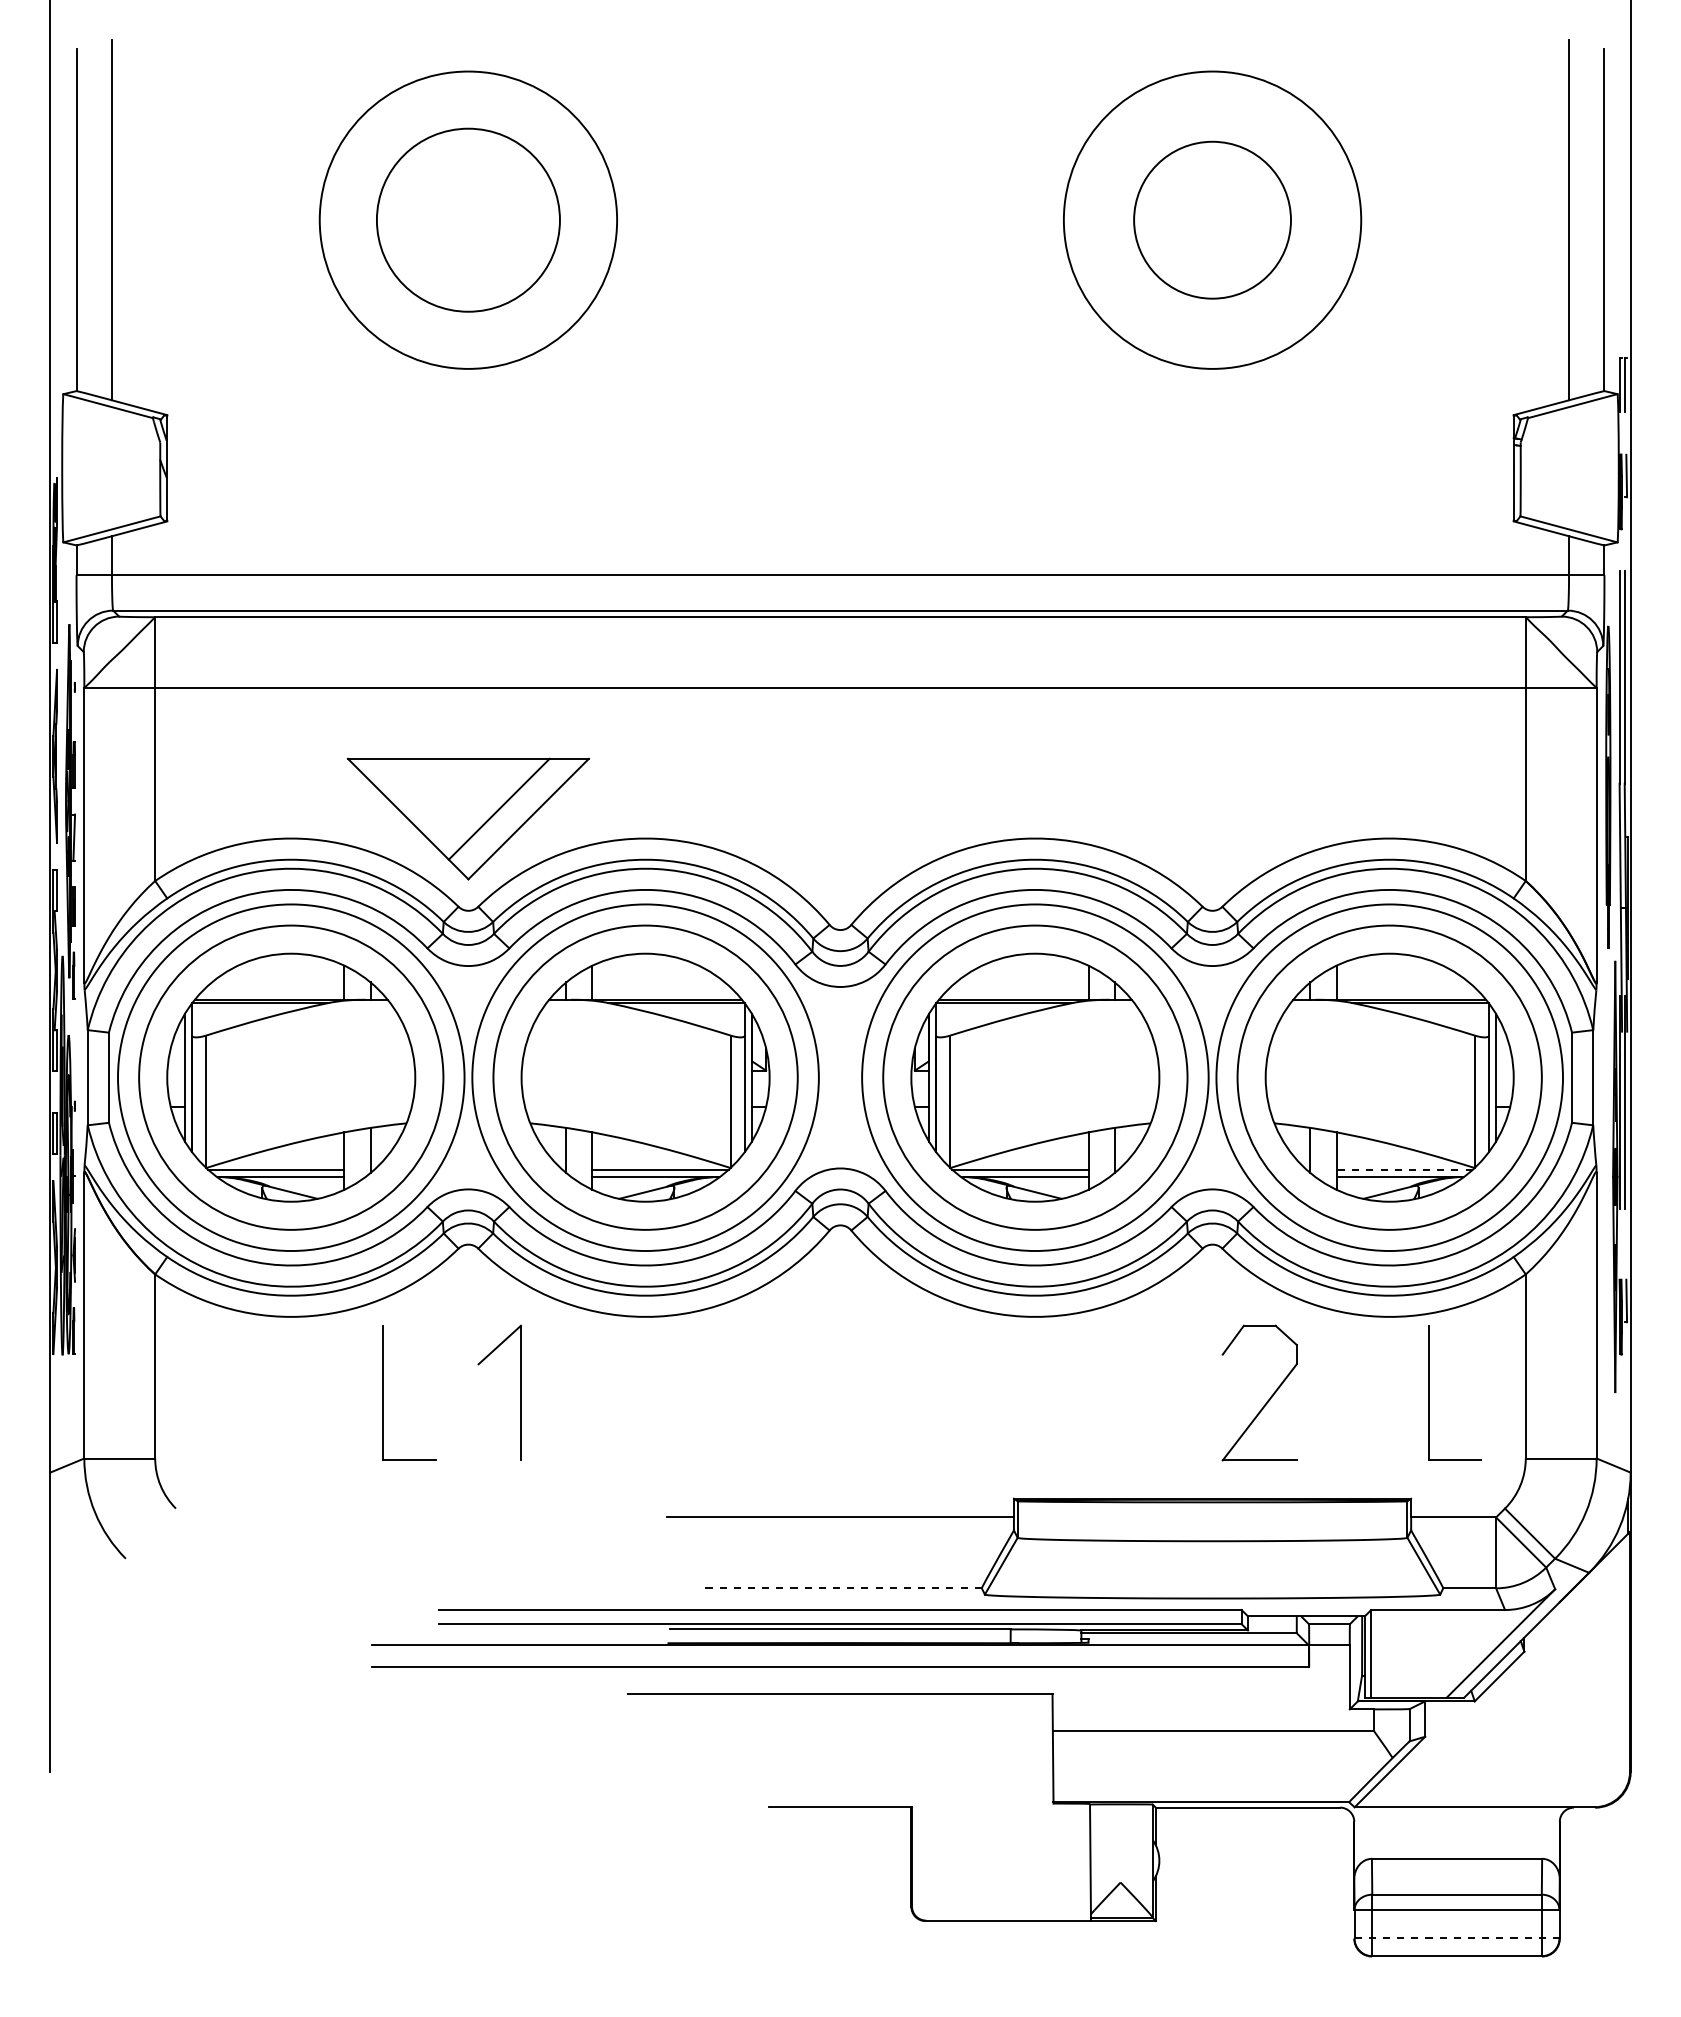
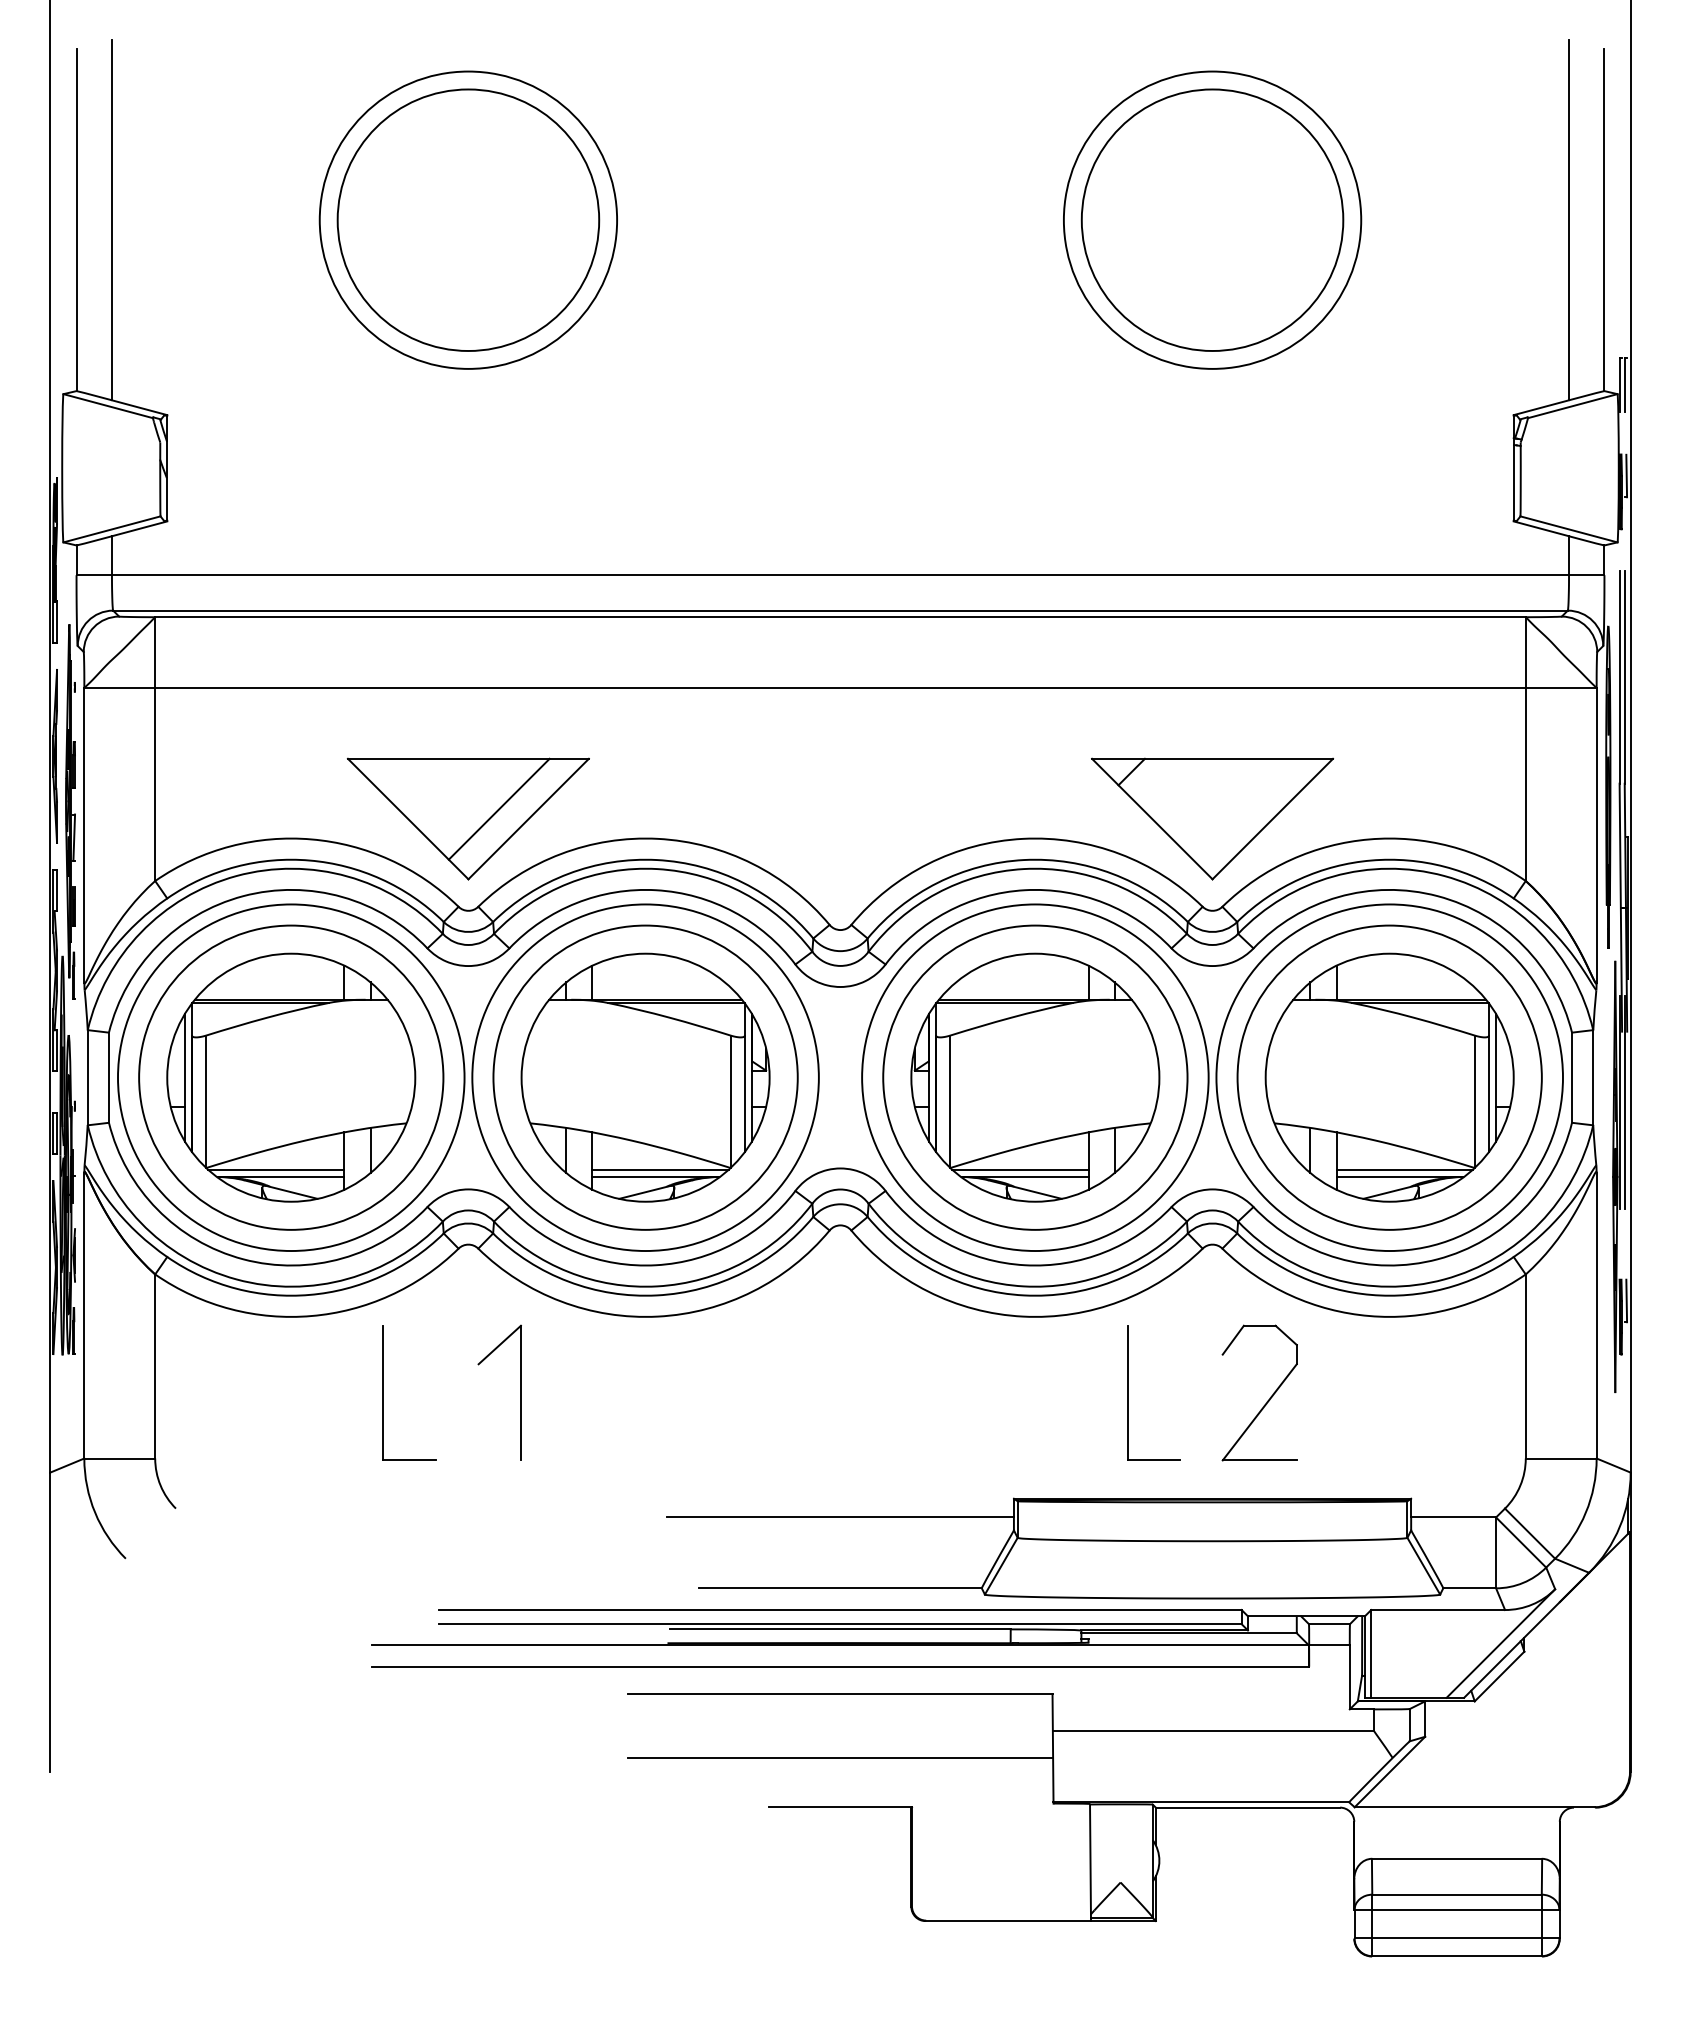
circle at (467, 219) diameter: 183 px -> 261 px
circle at (1212, 219) diameter: 157 px -> 261 px
part at (1212, 818): none -> present
line at (1404, 1169): dashed -> solid
part at (1429, 1392) position: (1429, 1392) -> (1128, 1392)
line at (840, 1588): dashed -> solid
line at (840, 1758): none -> present
line at (1457, 1938): dashed -> solid
